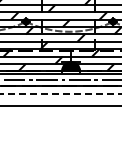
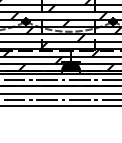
line at (61, 94): dashed -> solid
line at (60, 100): none -> present
